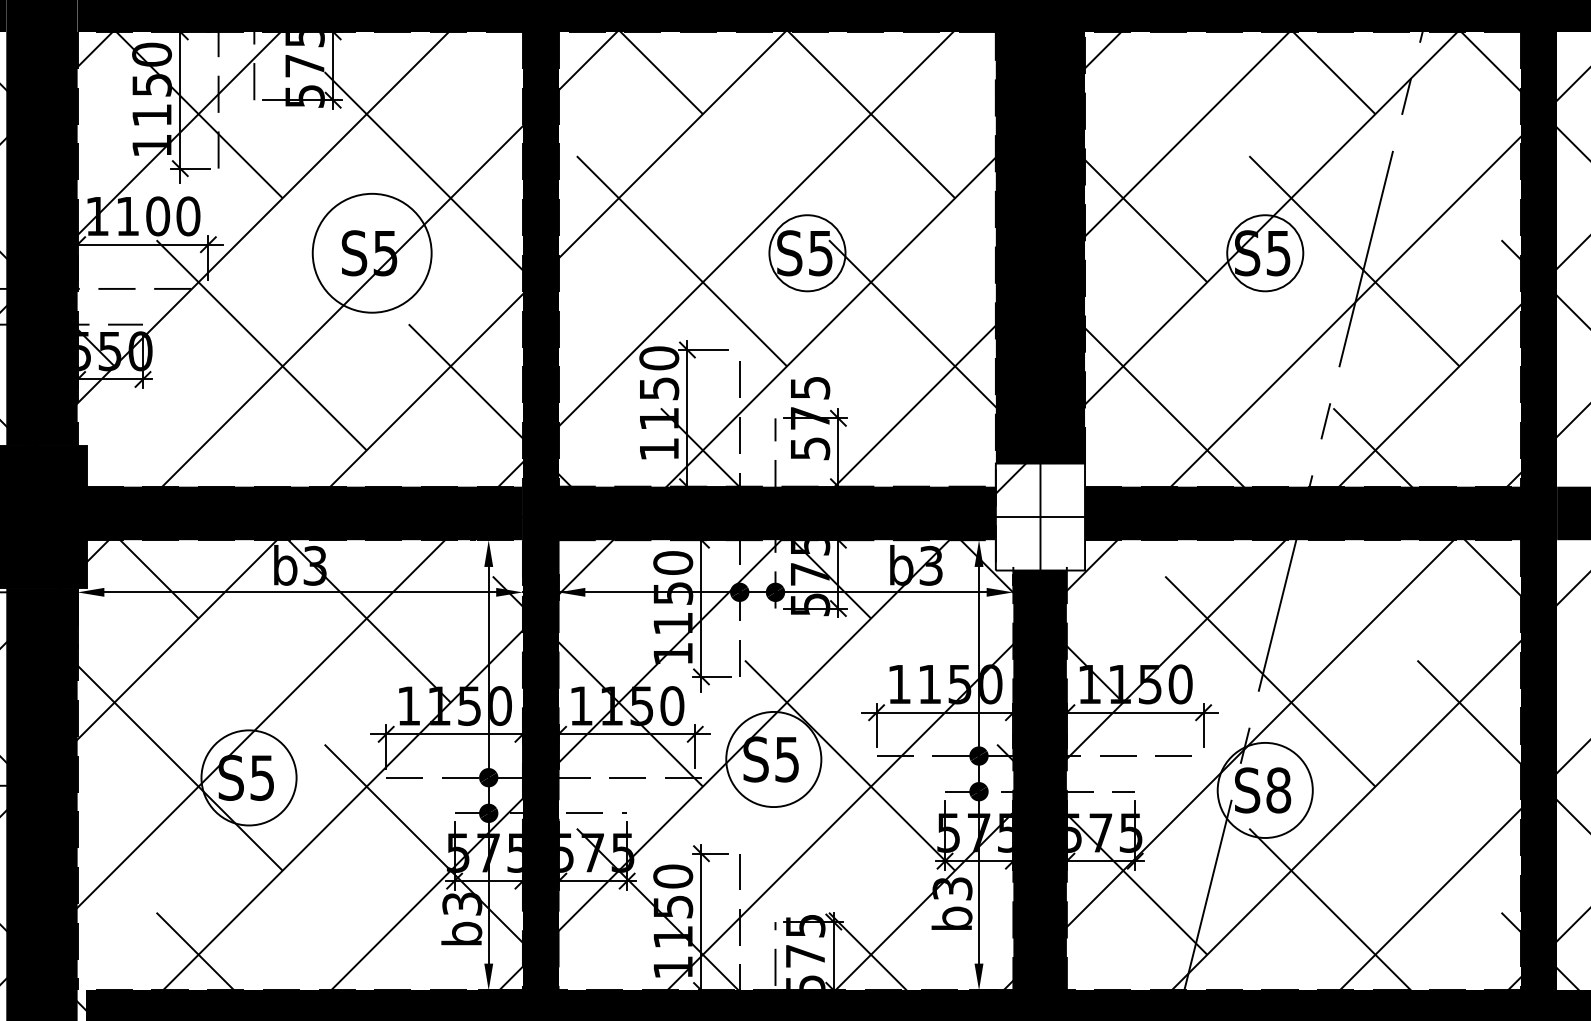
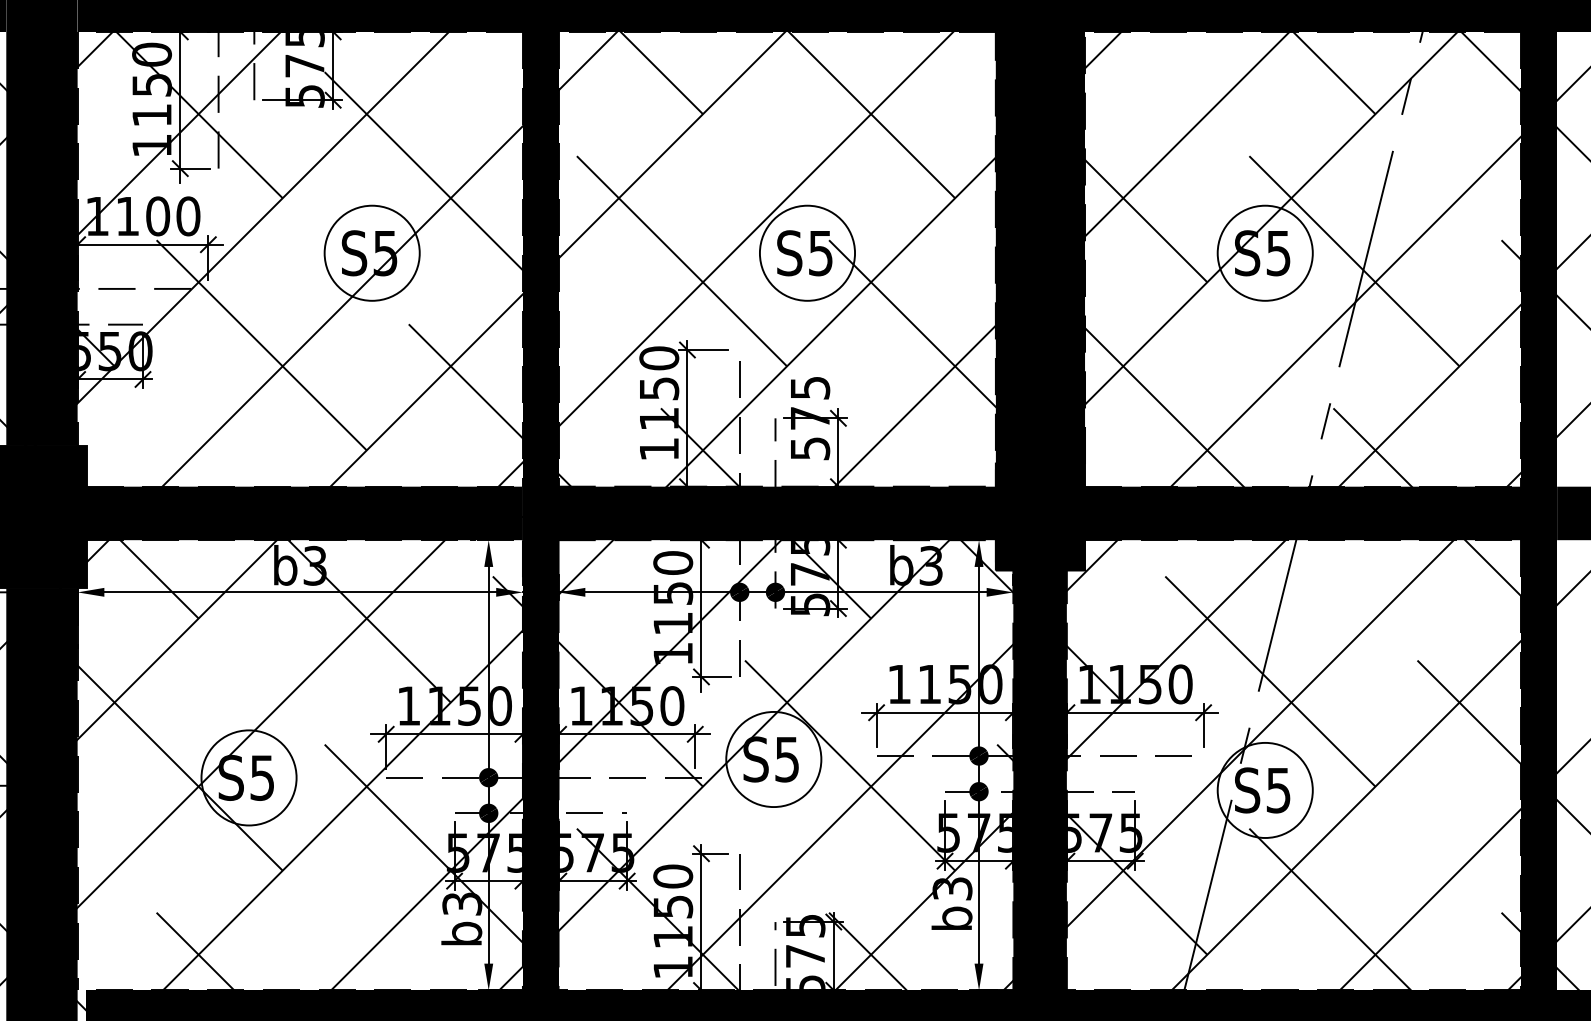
circle at (371, 252) diameter: 119 px -> 95 px
circle at (807, 253) diameter: 76 px -> 95 px
circle at (1265, 253) diameter: 76 px -> 95 px
fill at (1040, 516): none -> present
text at (1278, 790): S8 -> S5
